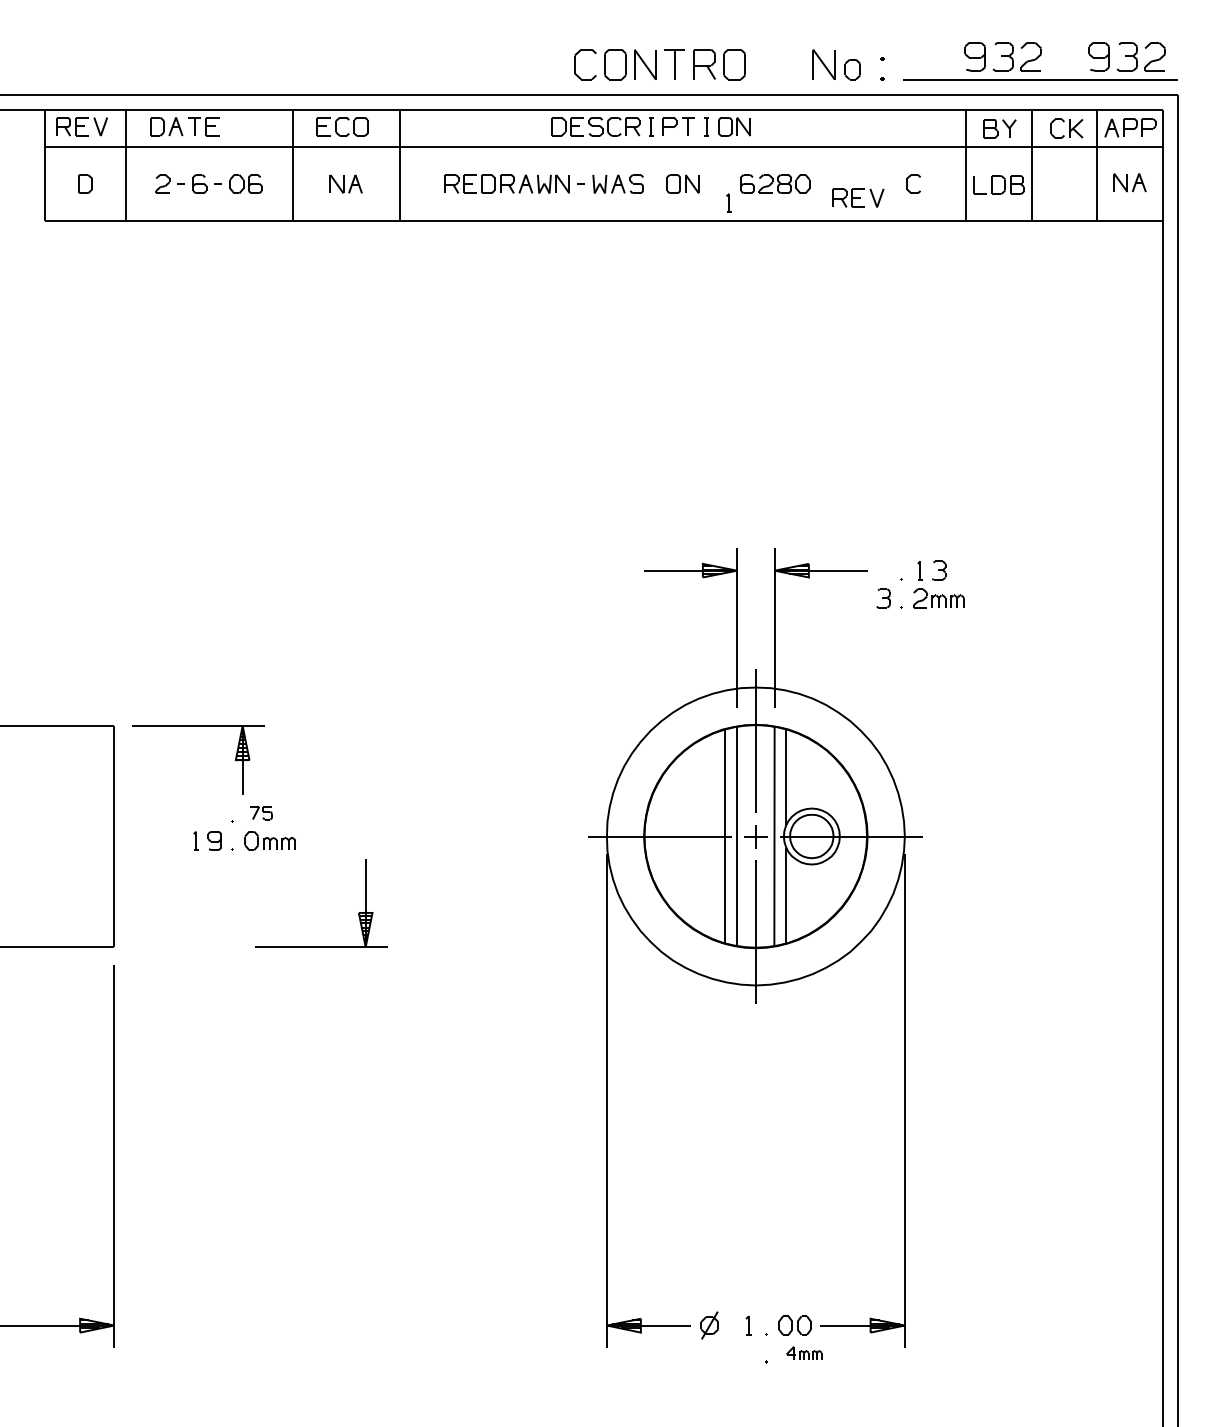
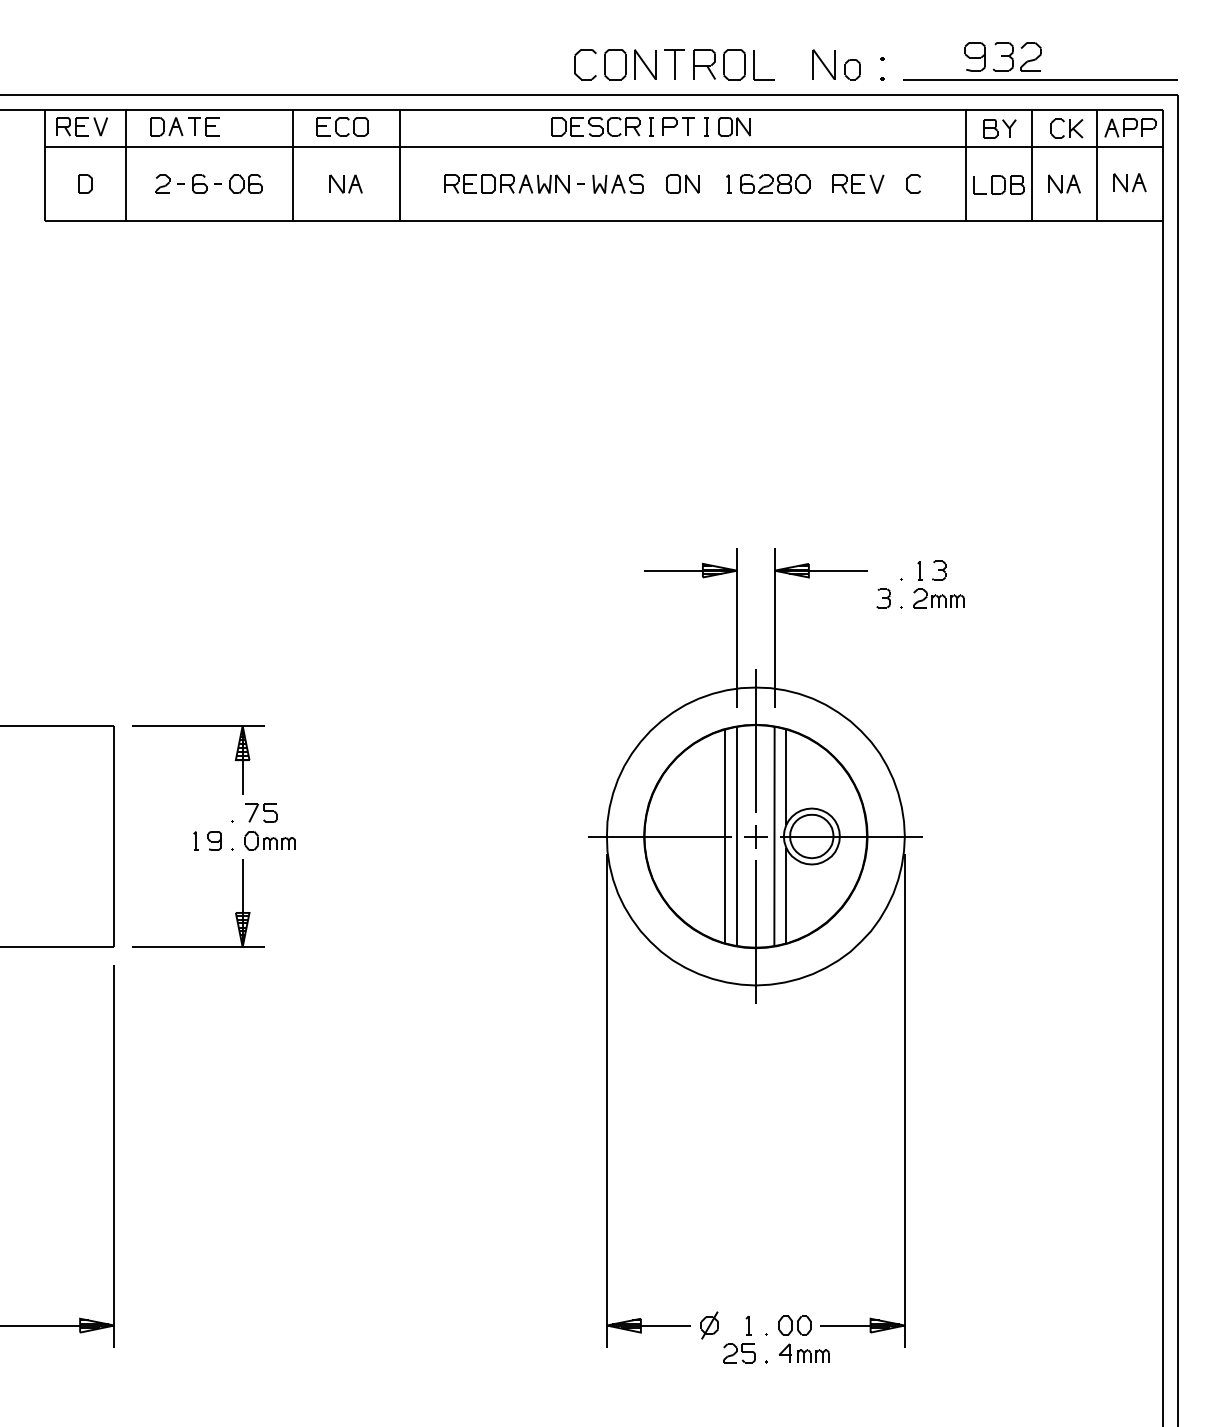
part at (1126, 56): present -> none
part at (754, 65): none -> present
part at (1064, 183): none -> present
part at (858, 197) position: (858, 197) -> (858, 183)
part at (728, 202) position: (728, 202) -> (728, 183)
part at (261, 813) size: 23x15 px -> 33x20 px
part at (358, 912) position: (358, 912) -> (235, 912)
part at (804, 1352) size: 37x14 px -> 52x20 px
part at (739, 1353): none -> present
